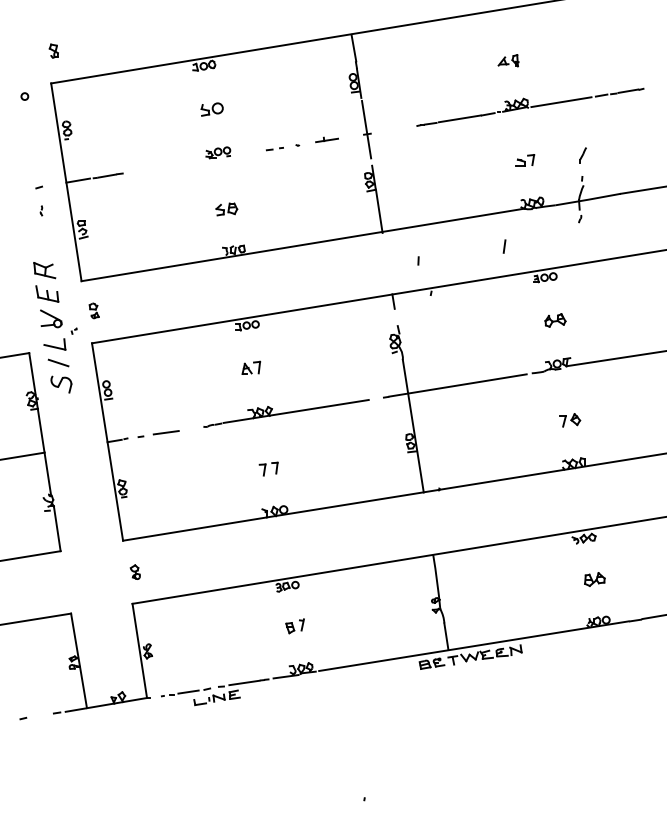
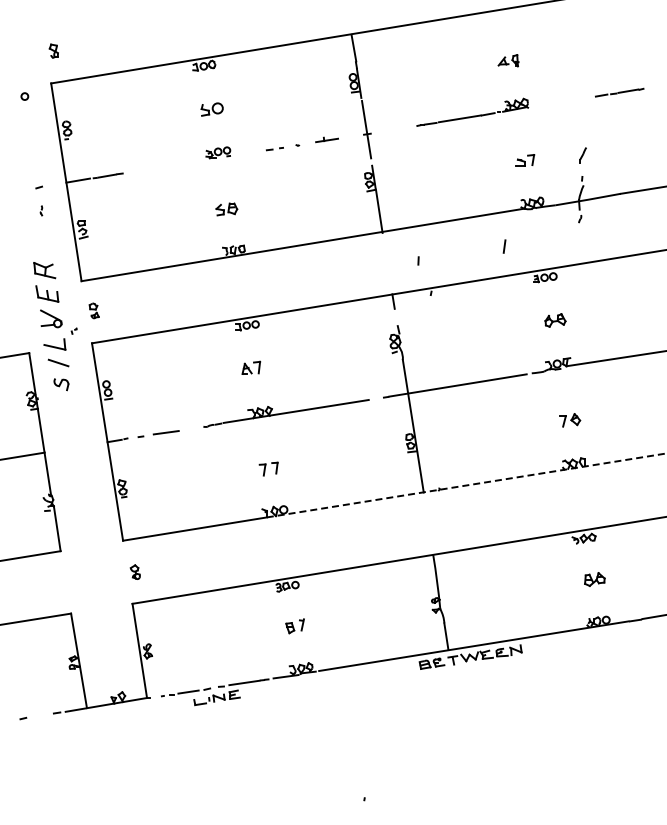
line at (561, 102): present -> none
part at (61, 384) size: 23x19 px -> 17x14 px
line at (467, 485): solid -> dashed
